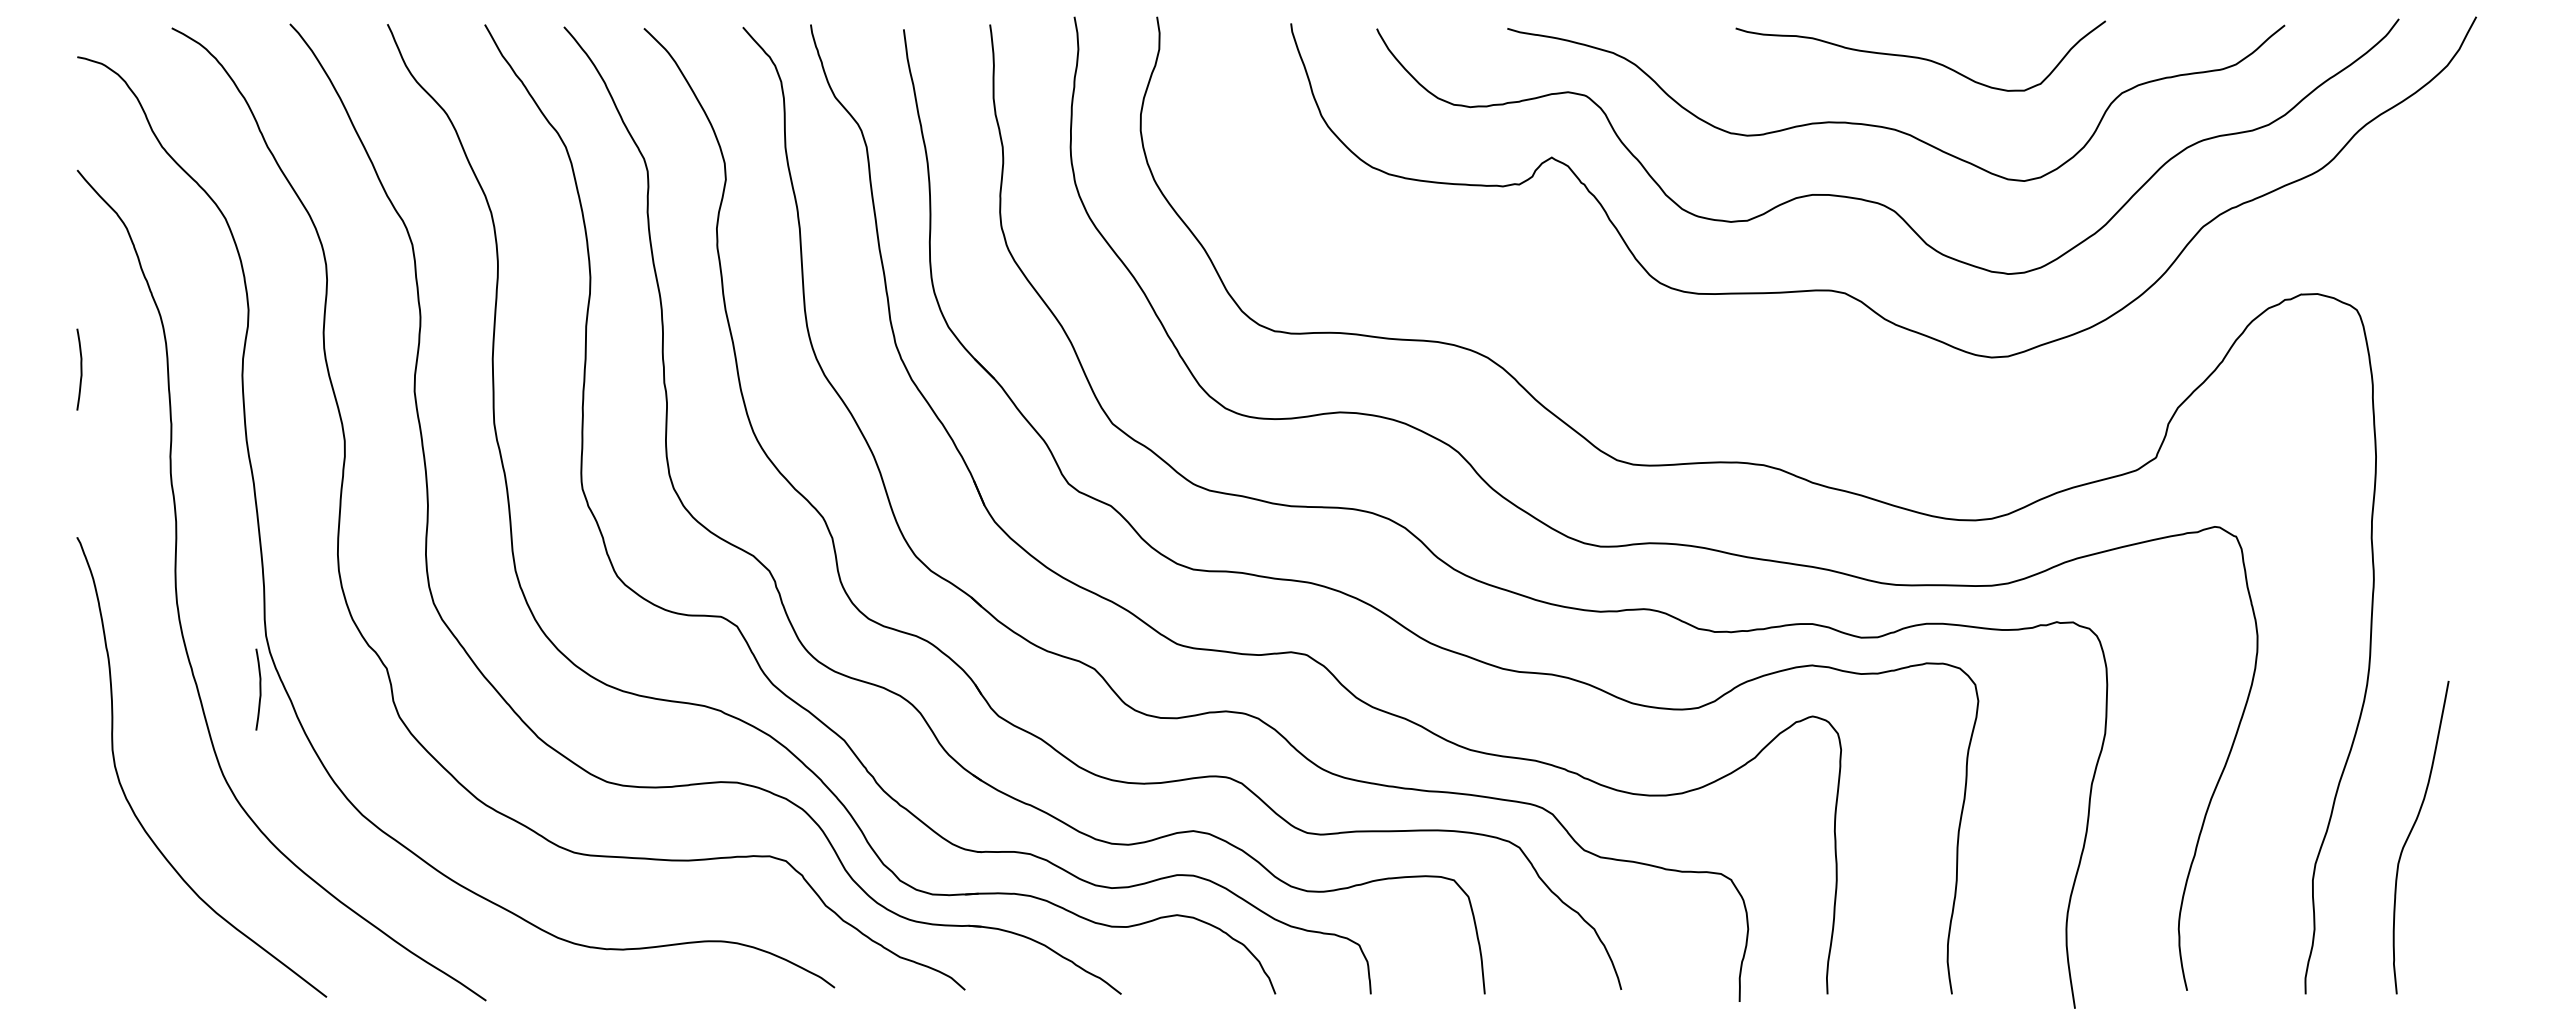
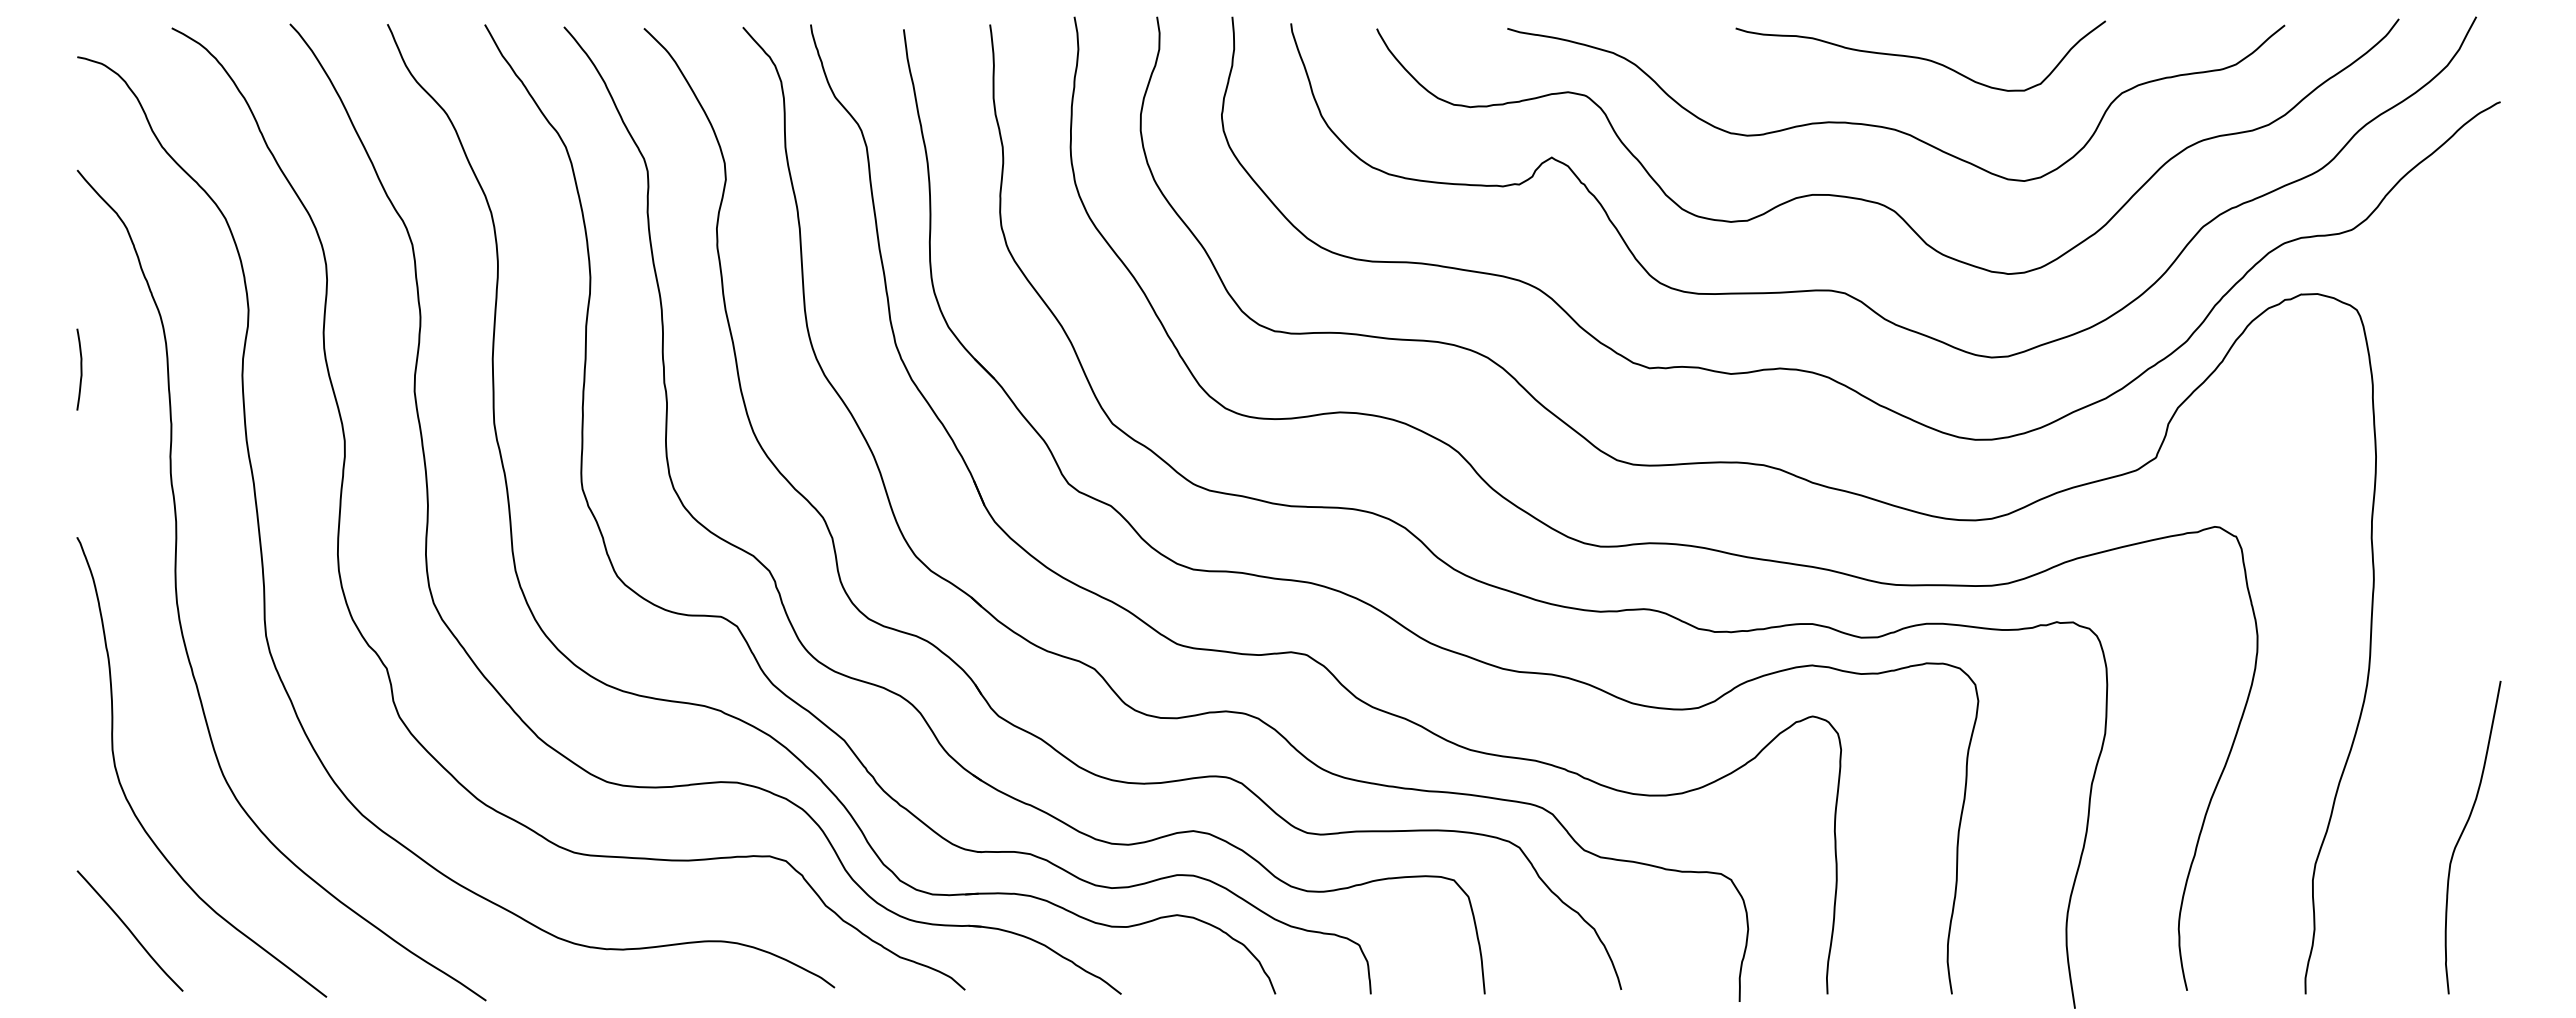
curve at (1813, 371): none -> present
curve at (259, 689): present -> none
curve at (2411, 832) position: (2411, 832) -> (2463, 832)
curve at (129, 930): none -> present
